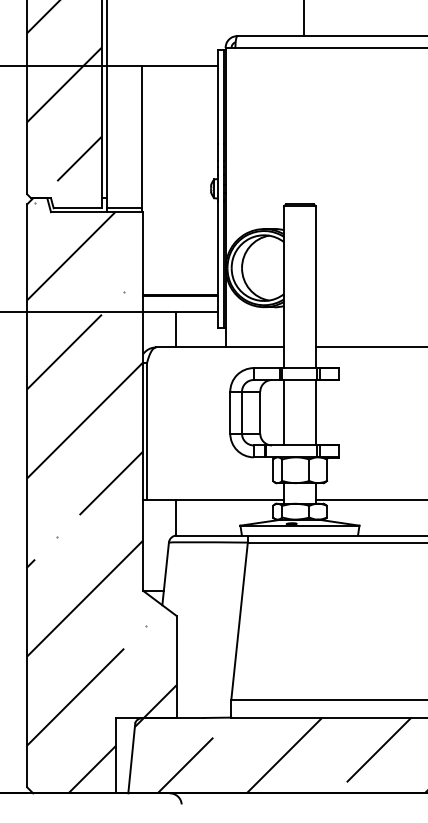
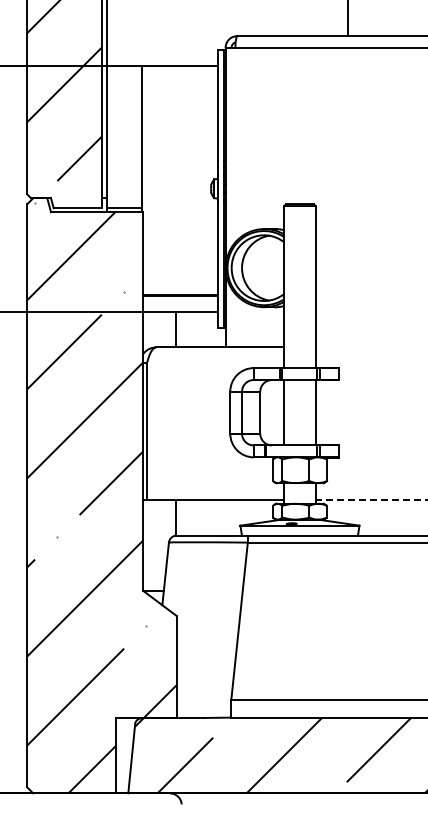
line at (303, 19) position: (303, 19) -> (347, 19)
line at (369, 347): present -> none
line at (371, 500): solid -> dashed
